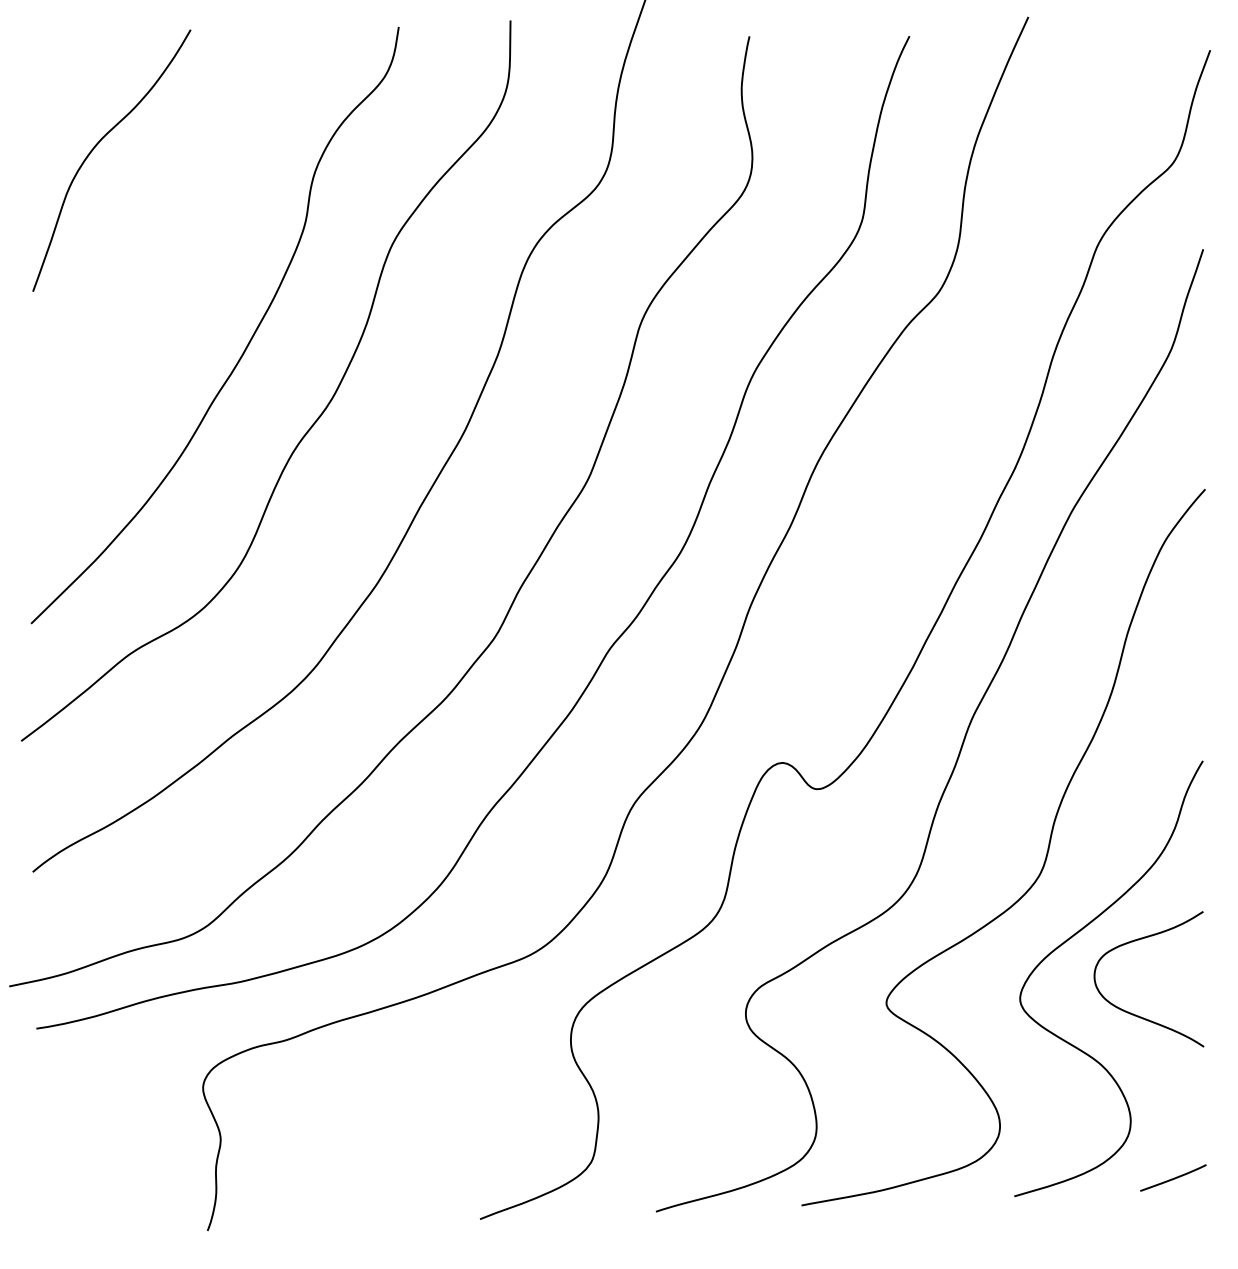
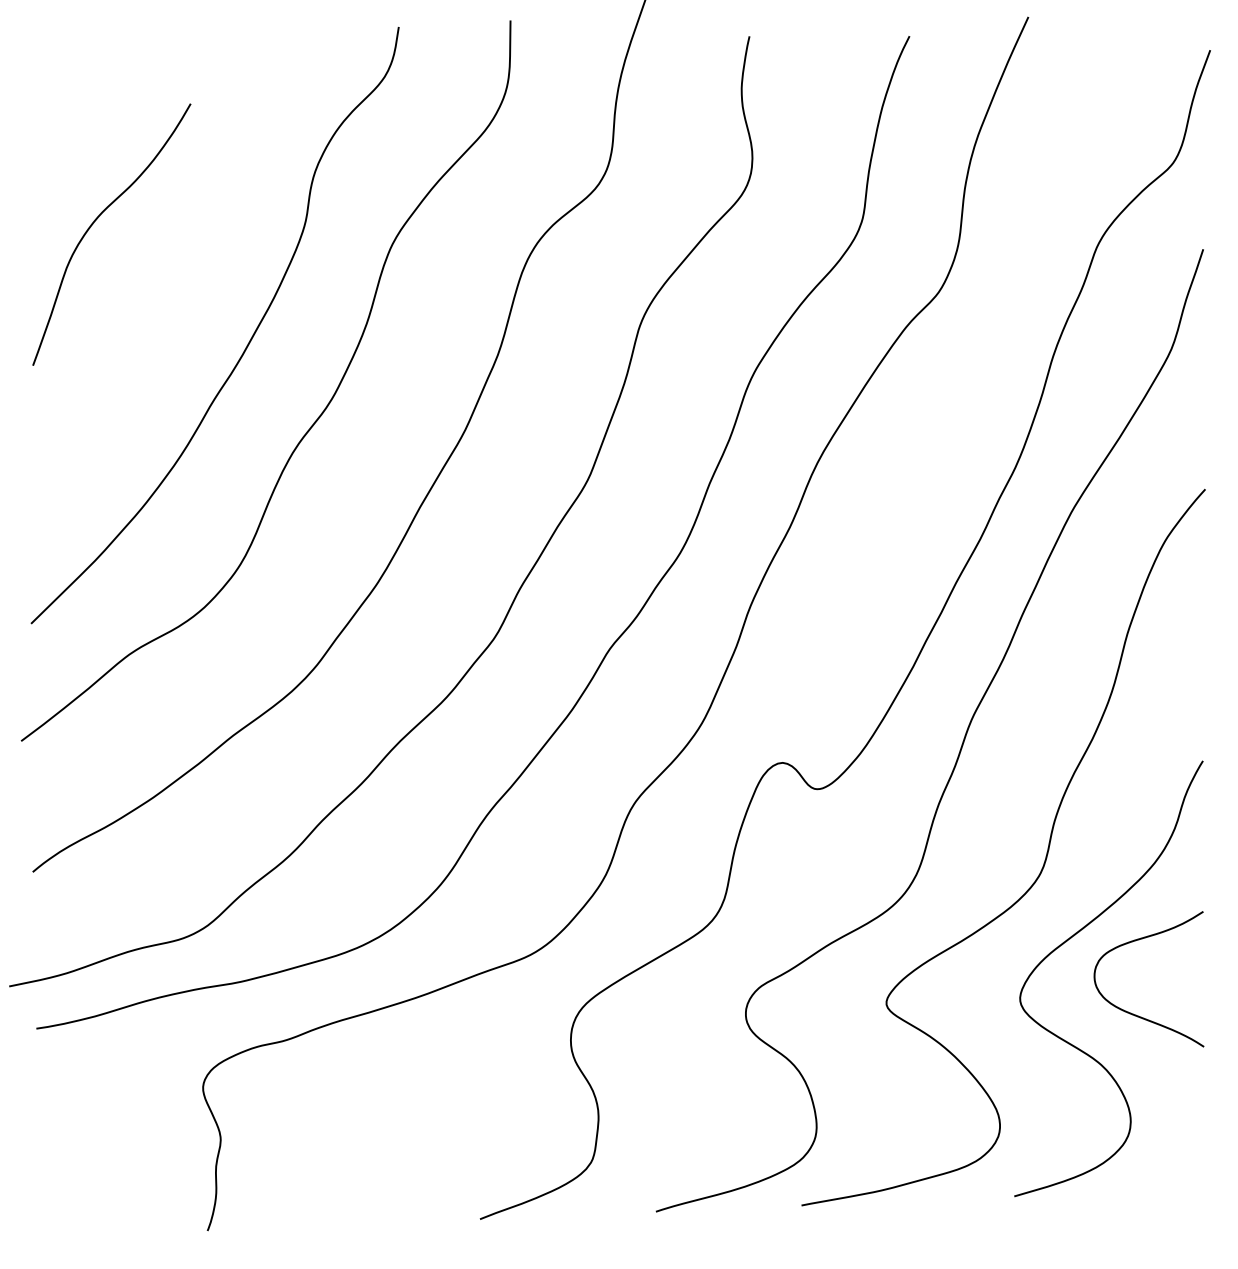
curve at (97, 145) position: (97, 145) -> (97, 219)
curve at (1174, 1177): present -> none
